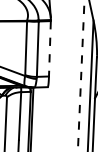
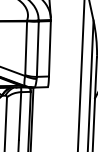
line at (49, 48): dashed -> solid
line at (81, 75): dashed -> solid
